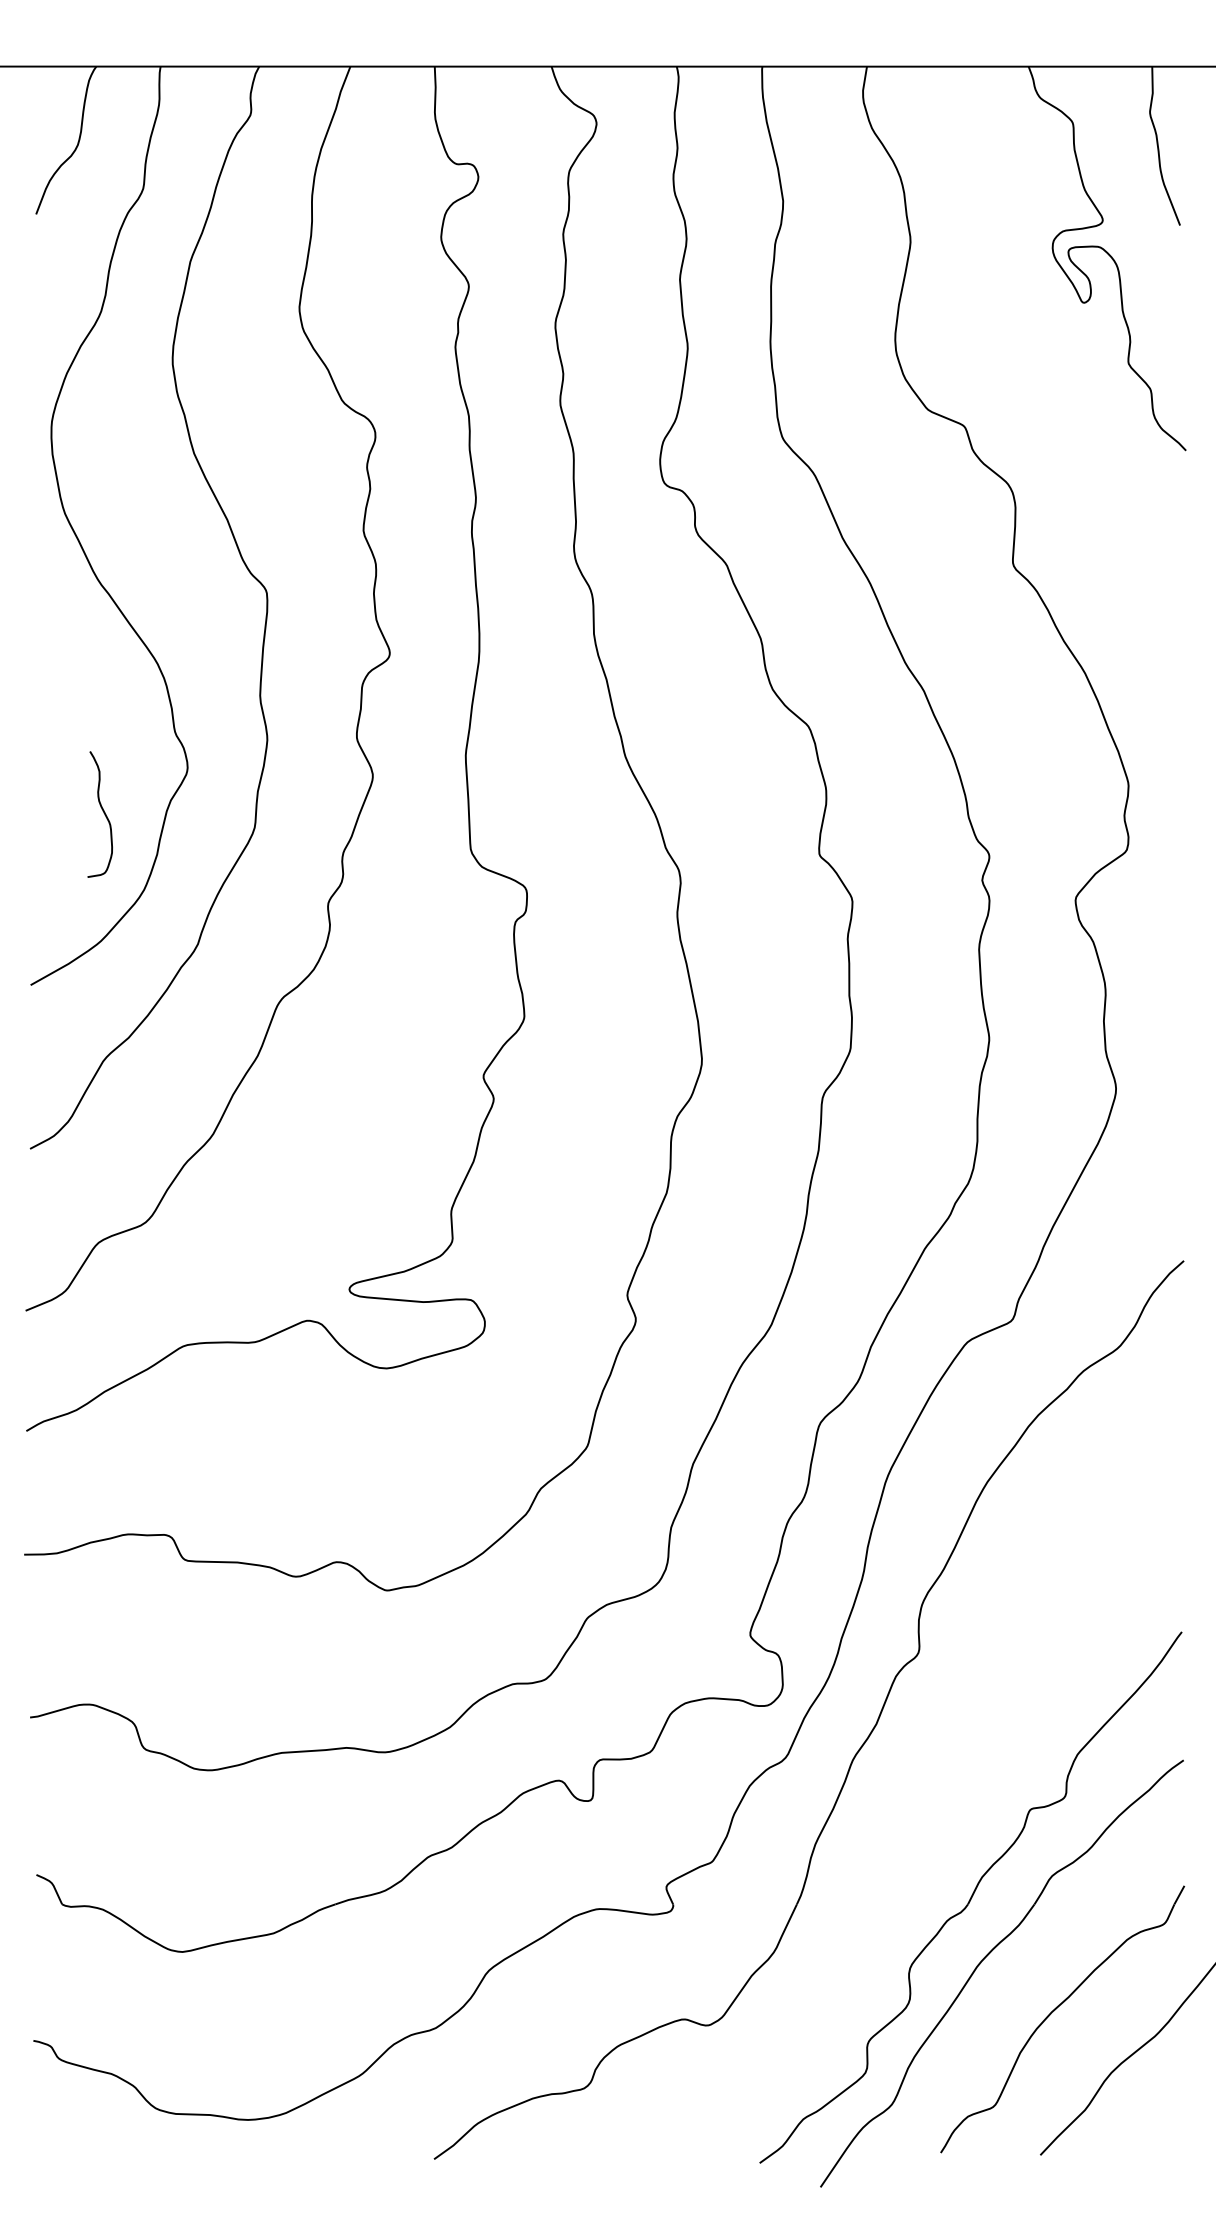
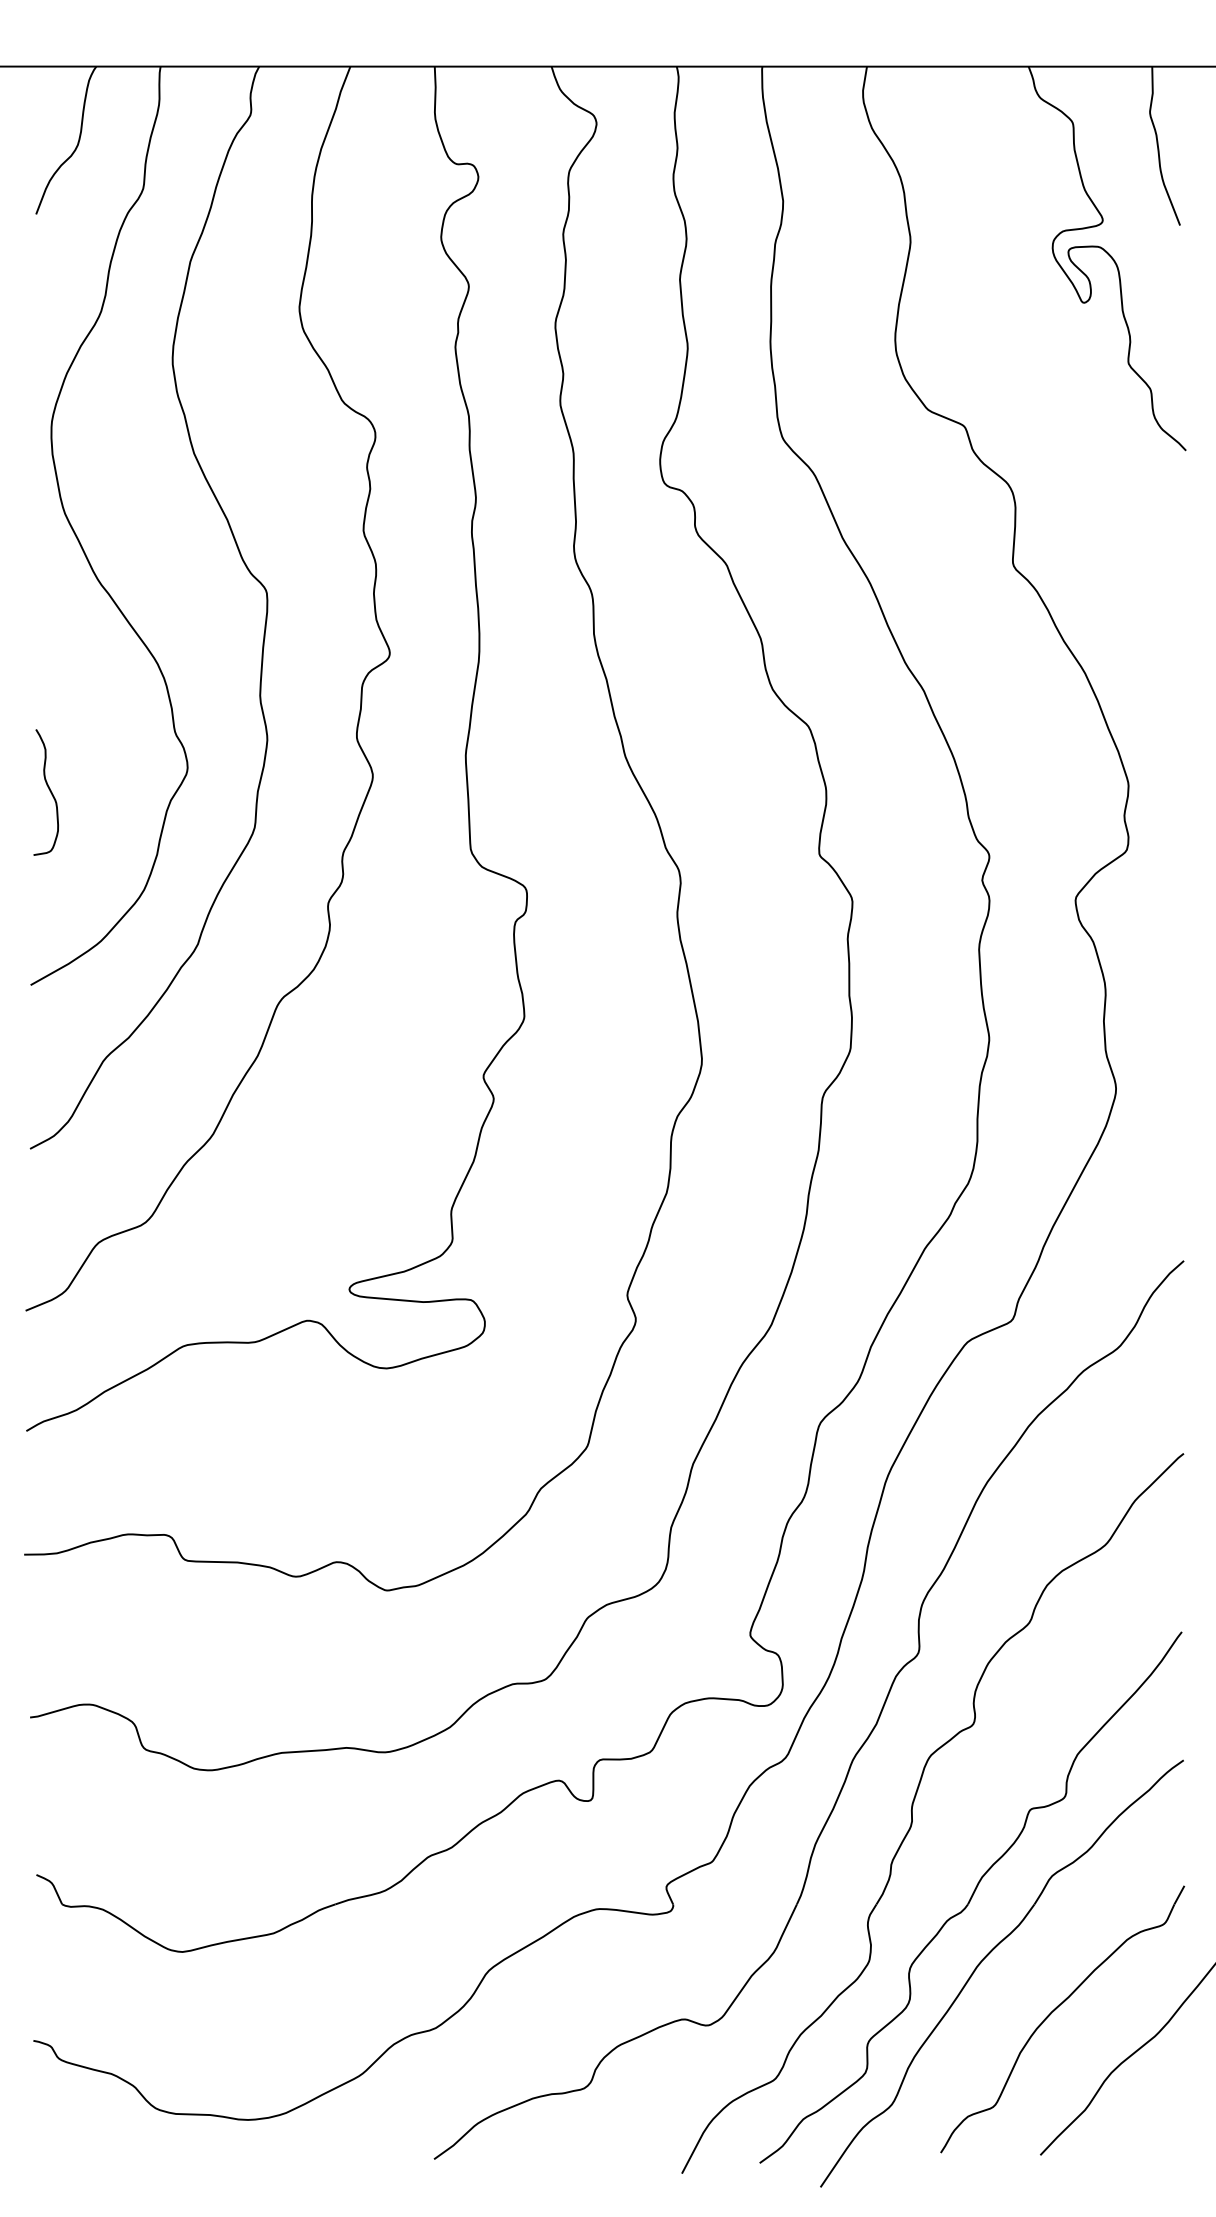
curve at (103, 813) position: (103, 813) -> (49, 791)
part at (912, 1813): none -> present
